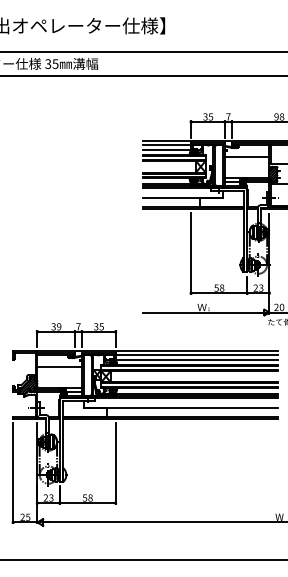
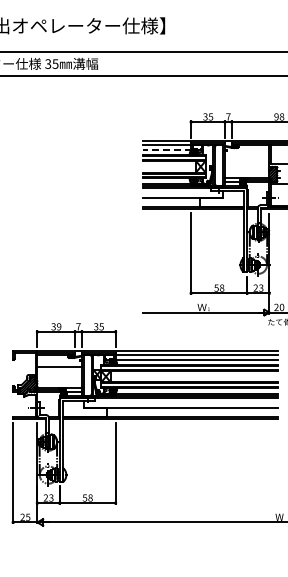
line at (166, 149): solid -> dashed
line at (246, 157): present -> none
line at (143, 559): present -> none
